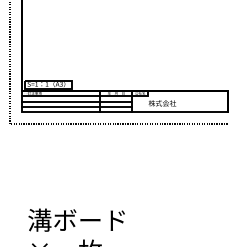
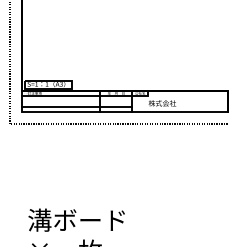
line at (76, 101): present -> none
